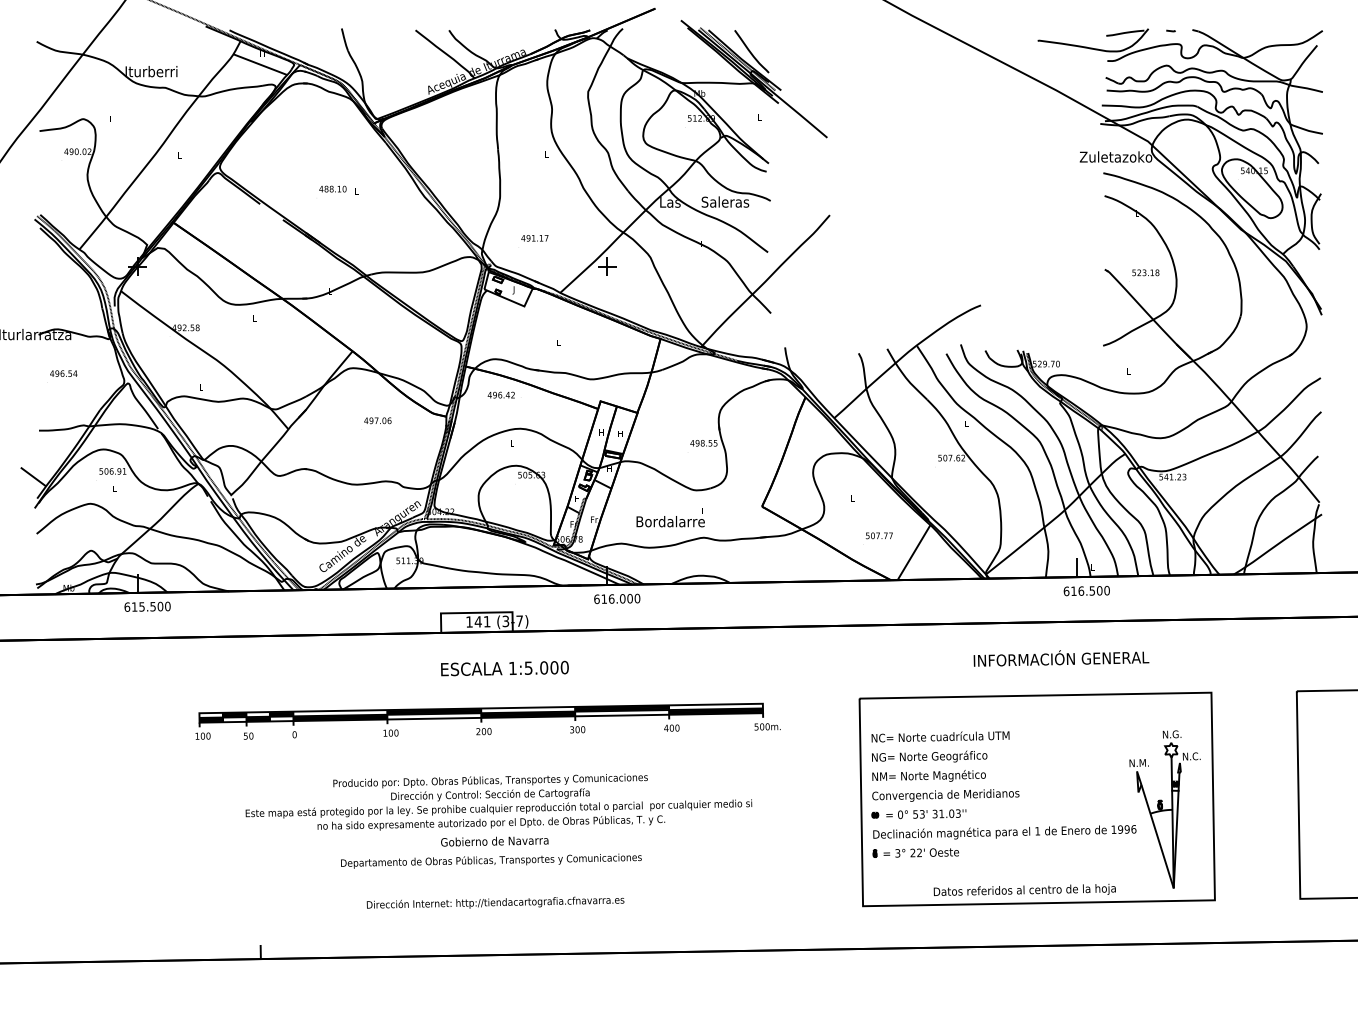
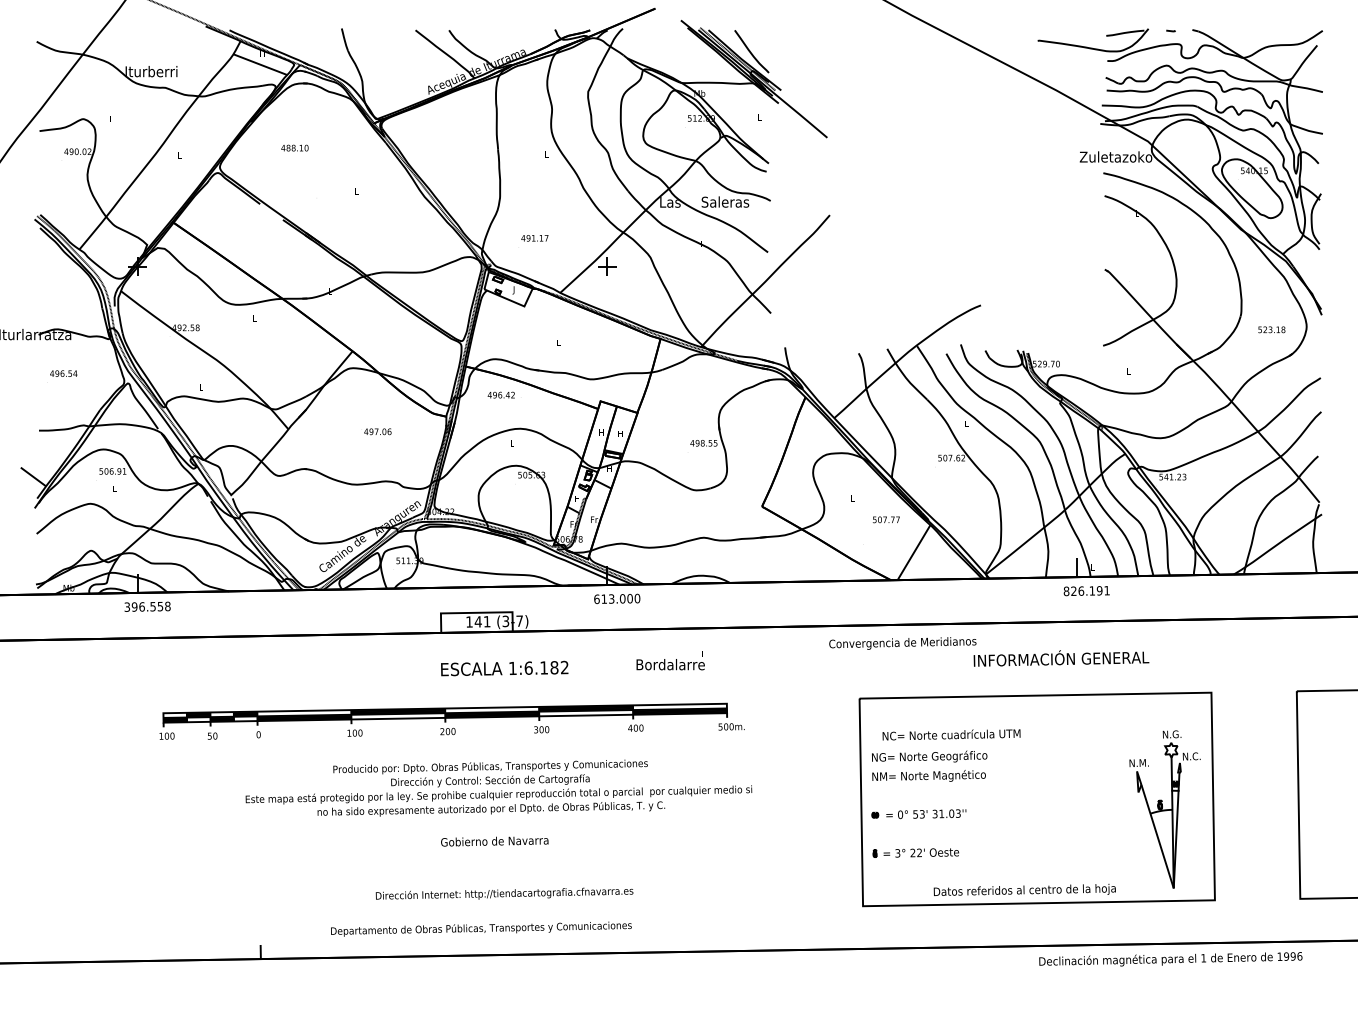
text at (332, 188) position: (332, 188) -> (294, 147)
text at (1145, 272) position: (1145, 272) -> (1271, 329)
text at (377, 420) position: (377, 420) -> (377, 431)
text at (670, 517) position: (670, 517) -> (670, 660)
text at (879, 535) position: (879, 535) -> (886, 519)
text at (1086, 590): 616.500 -> 826.191
text at (611, 598): 616.000 -> 613.000
text at (147, 606): 615.500 -> 396.558
text at (546, 667): 1:5.000 -> 1:6.182
part at (487, 720) position: (487, 720) -> (451, 720)
text at (940, 736) position: (940, 736) -> (951, 734)
text at (945, 795) position: (945, 795) -> (902, 643)
text at (498, 801) position: (498, 801) -> (498, 787)
text at (1004, 832) position: (1004, 832) -> (1170, 959)
text at (491, 860) position: (491, 860) -> (481, 928)
text at (495, 902) position: (495, 902) -> (504, 893)
